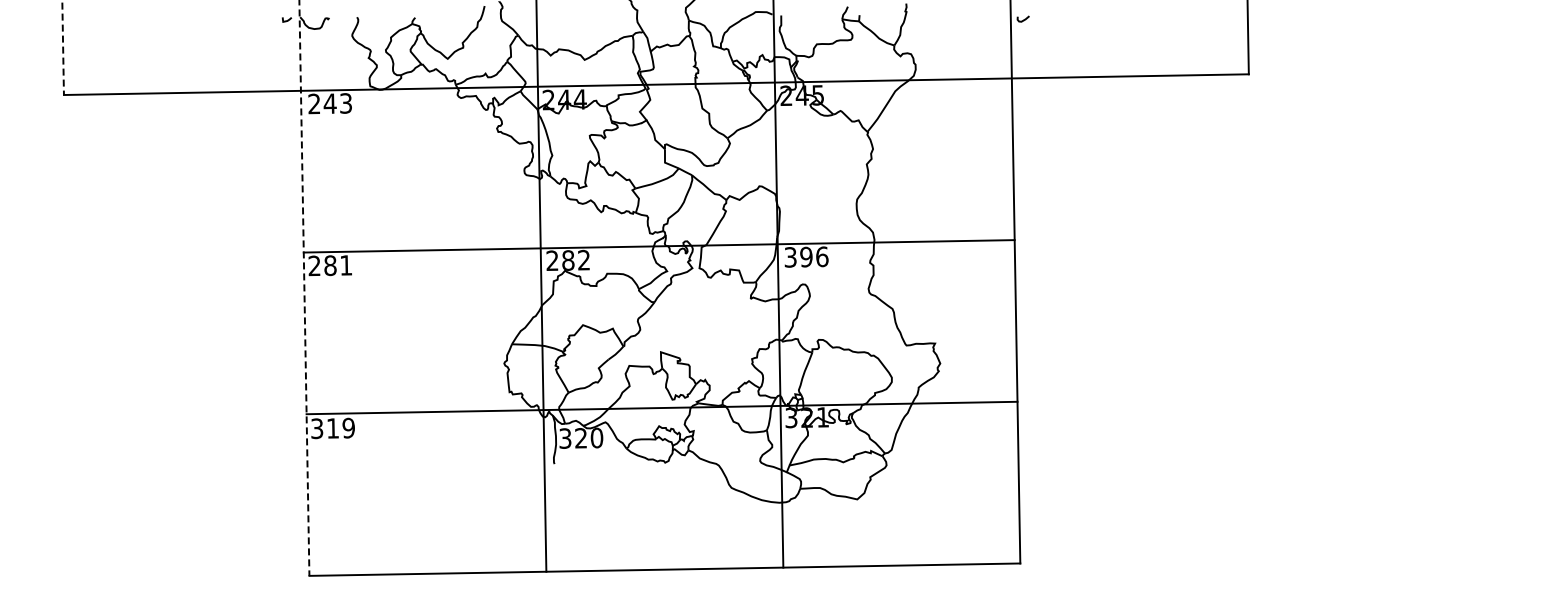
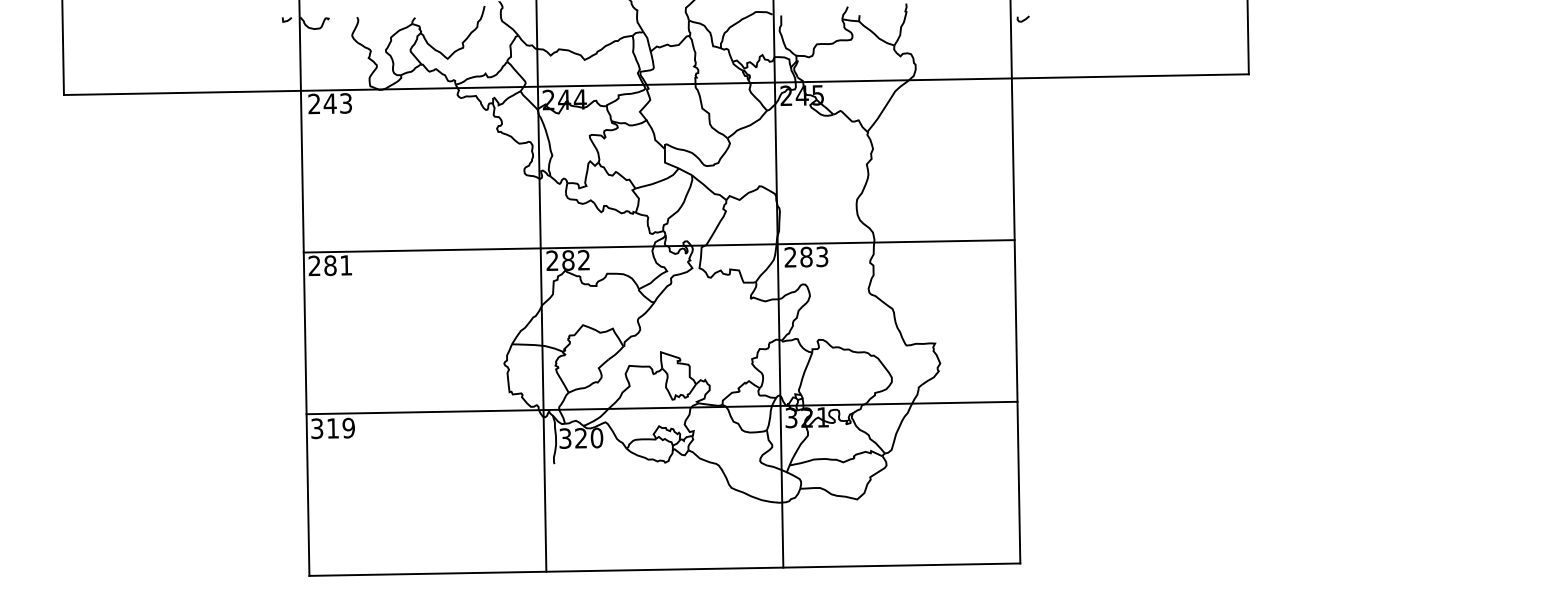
line at (63, 48): dashed -> solid
text at (806, 256): 396 -> 283
line at (304, 288): dashed -> solid
